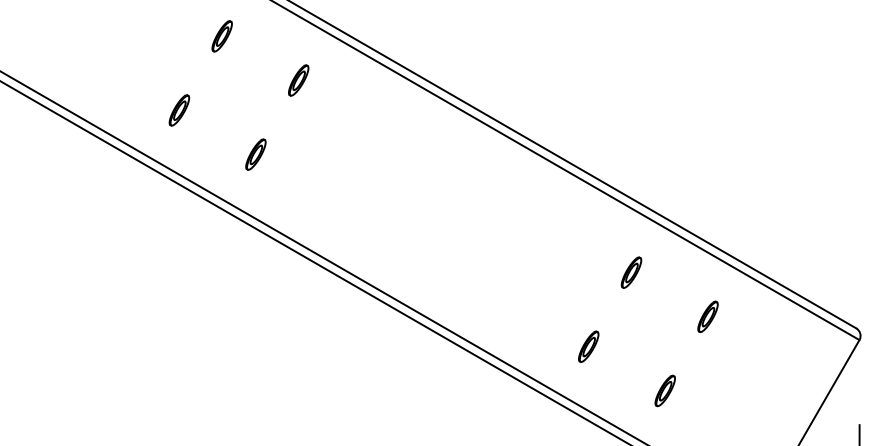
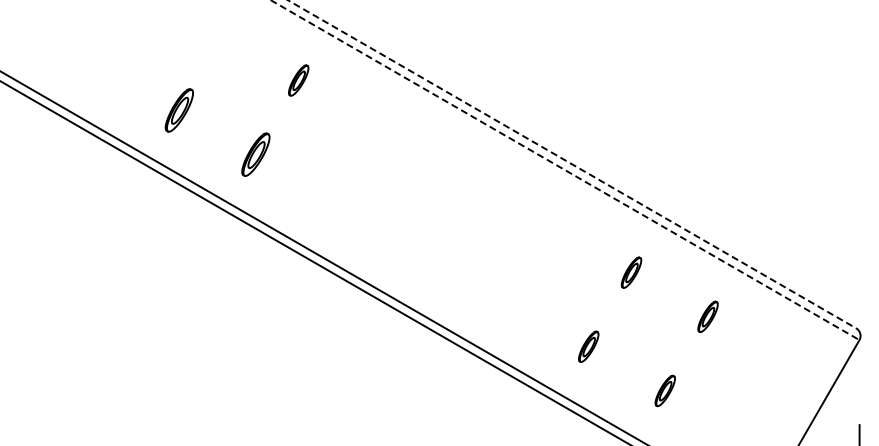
part at (221, 36): present -> none
part at (179, 110) size: 23x33 px -> 30x45 px
part at (255, 154) size: 22x33 px -> 30x45 px
line at (572, 164): solid -> dashed
line at (565, 170): solid -> dashed
